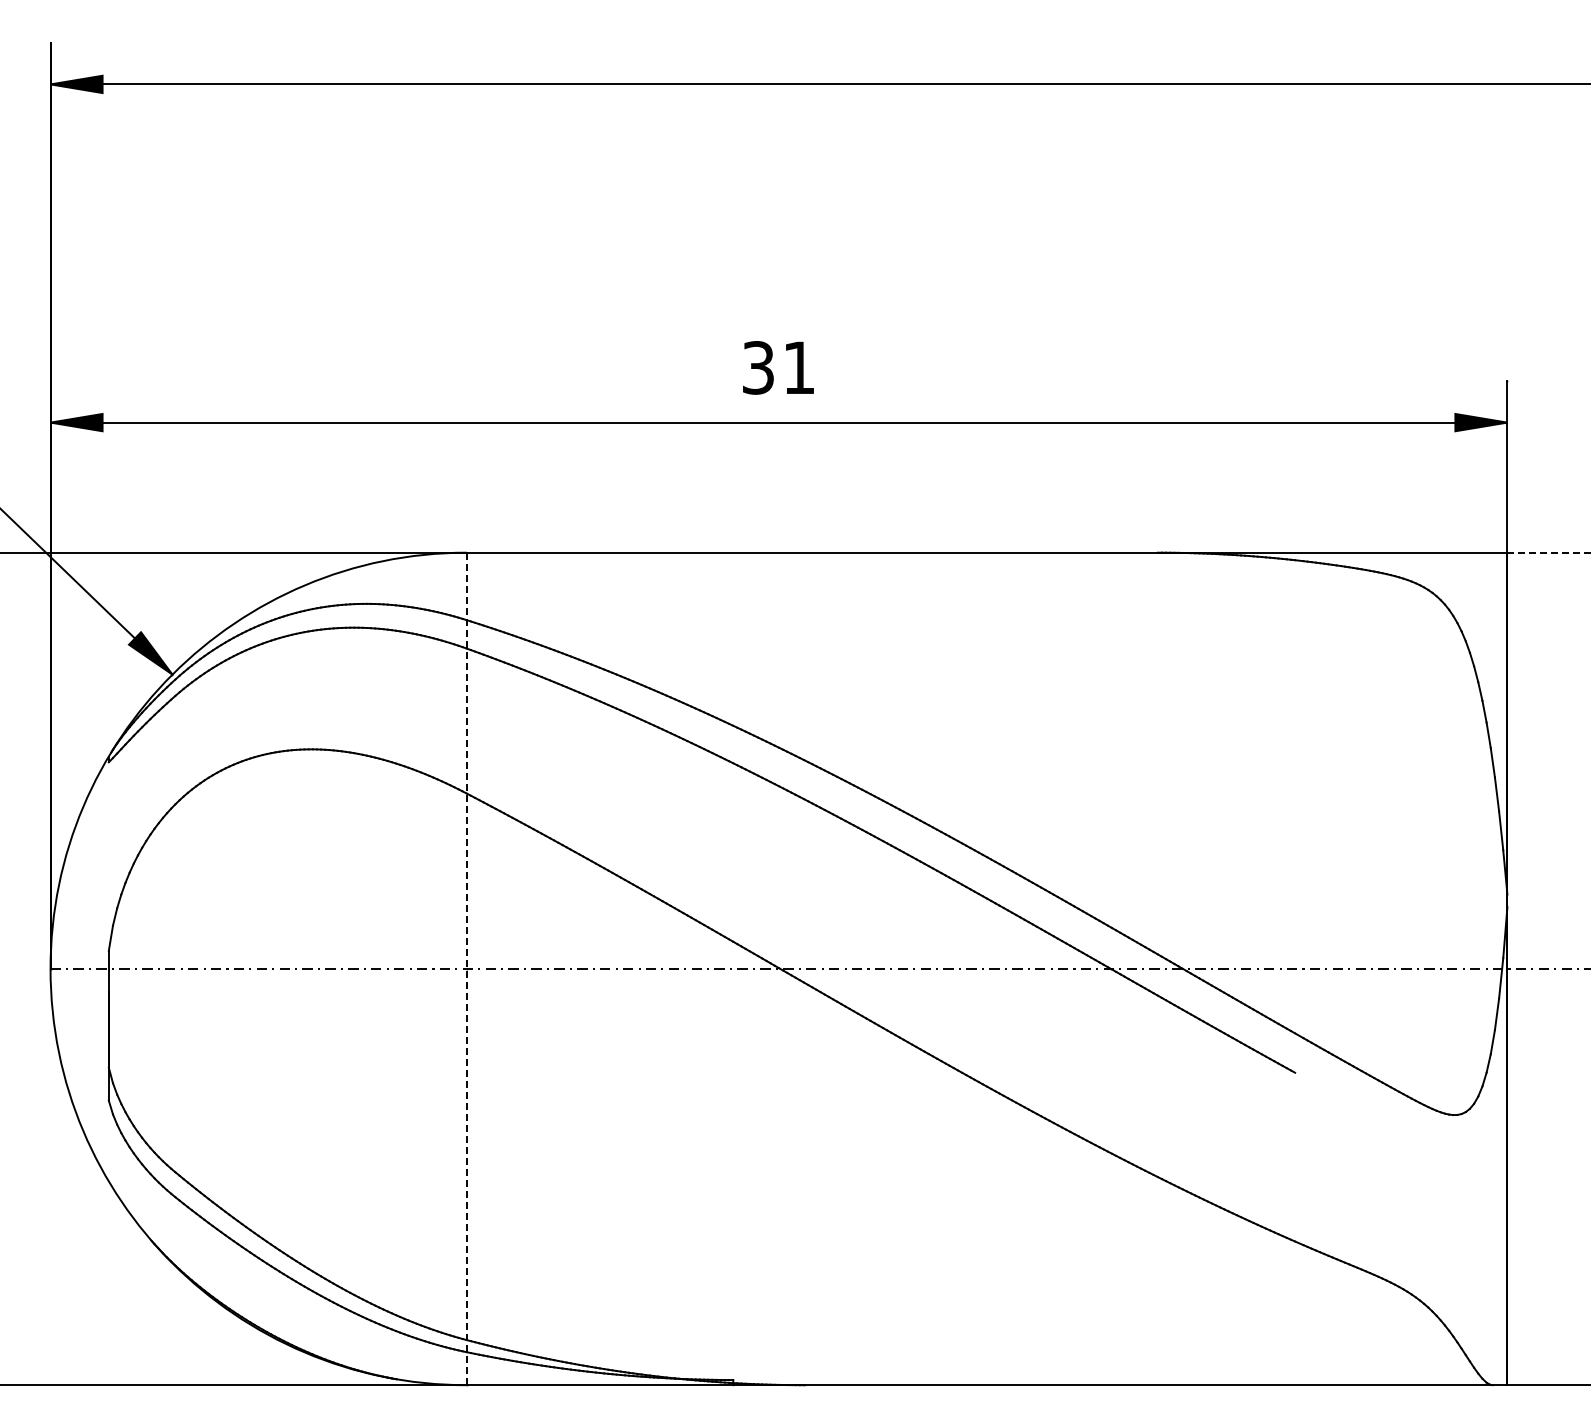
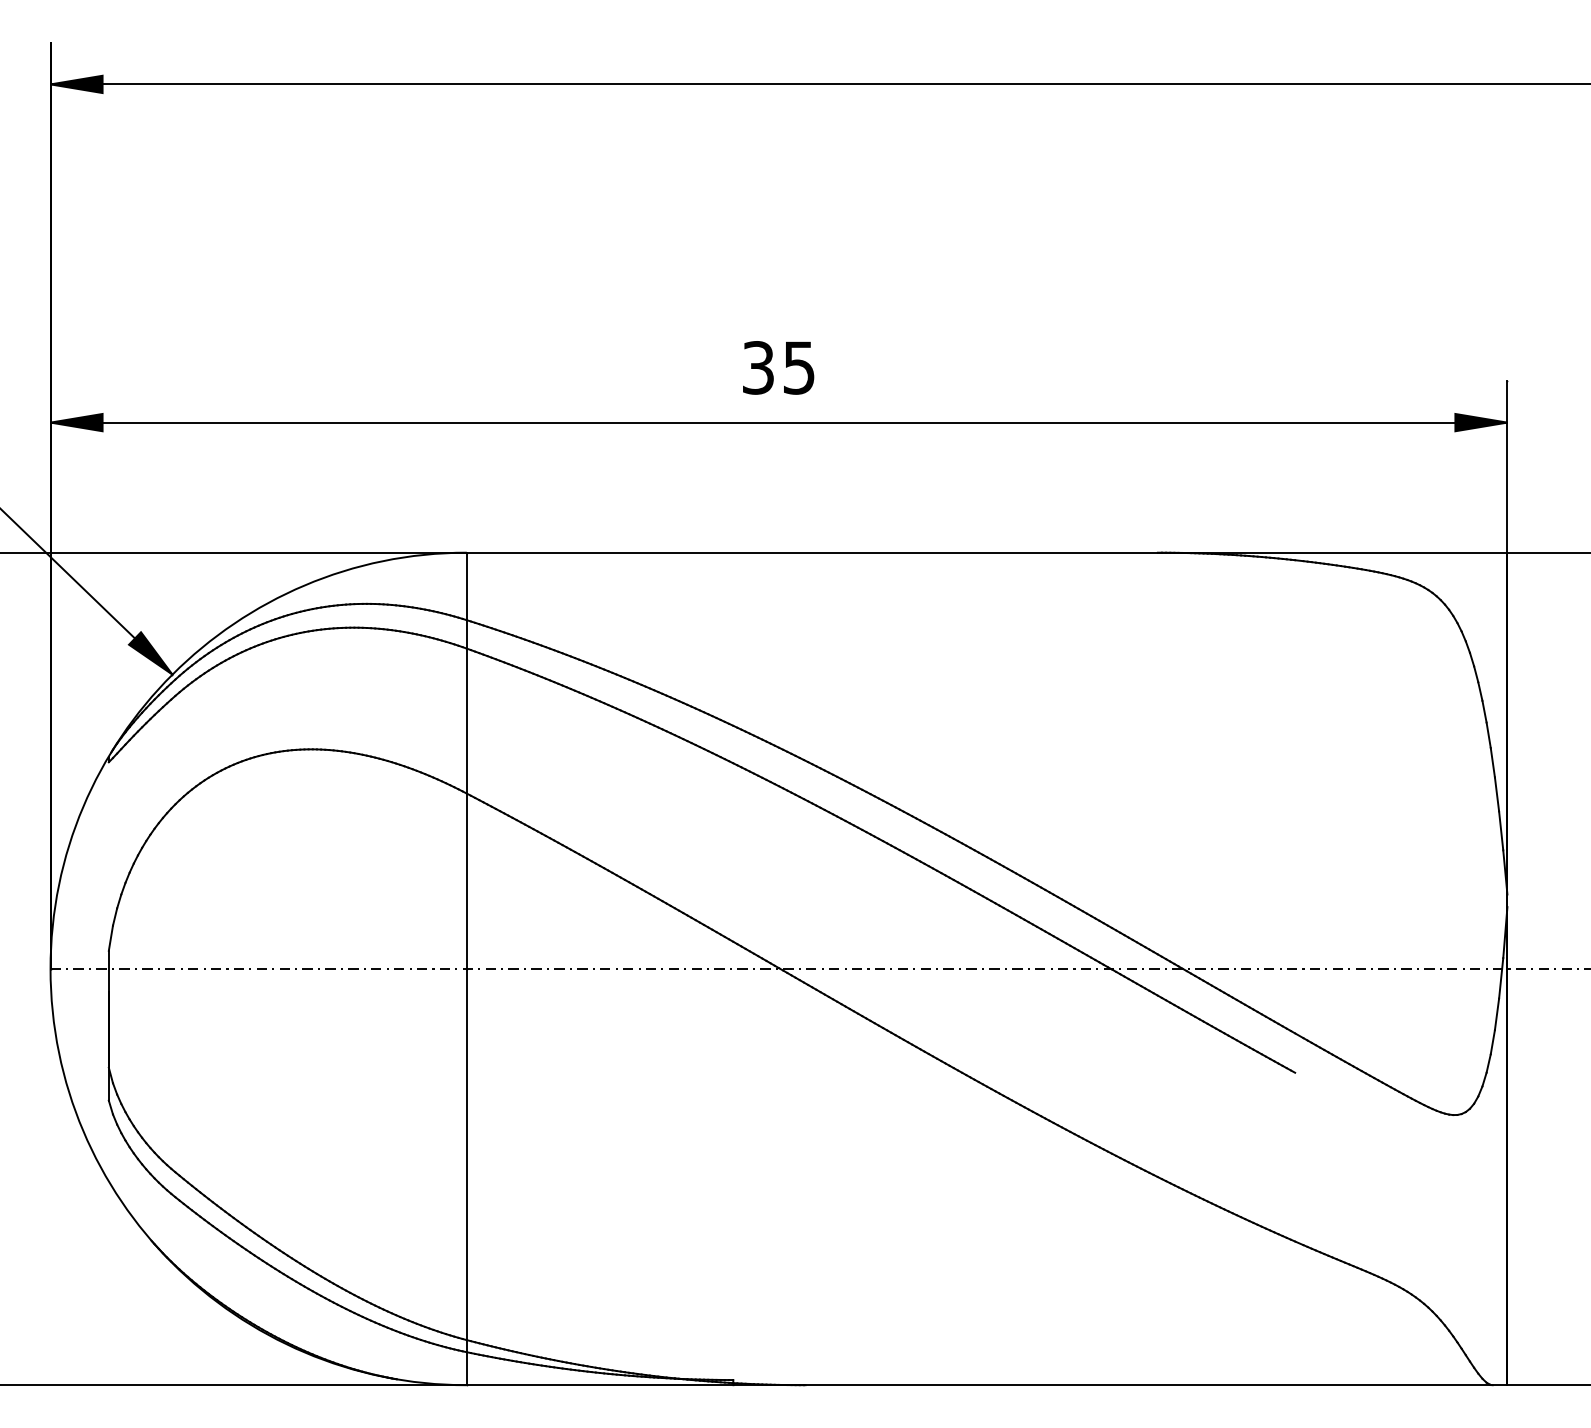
text at (799, 367): 31 -> 35
line at (1549, 552): dashed -> solid
line at (466, 969): dashed -> solid
